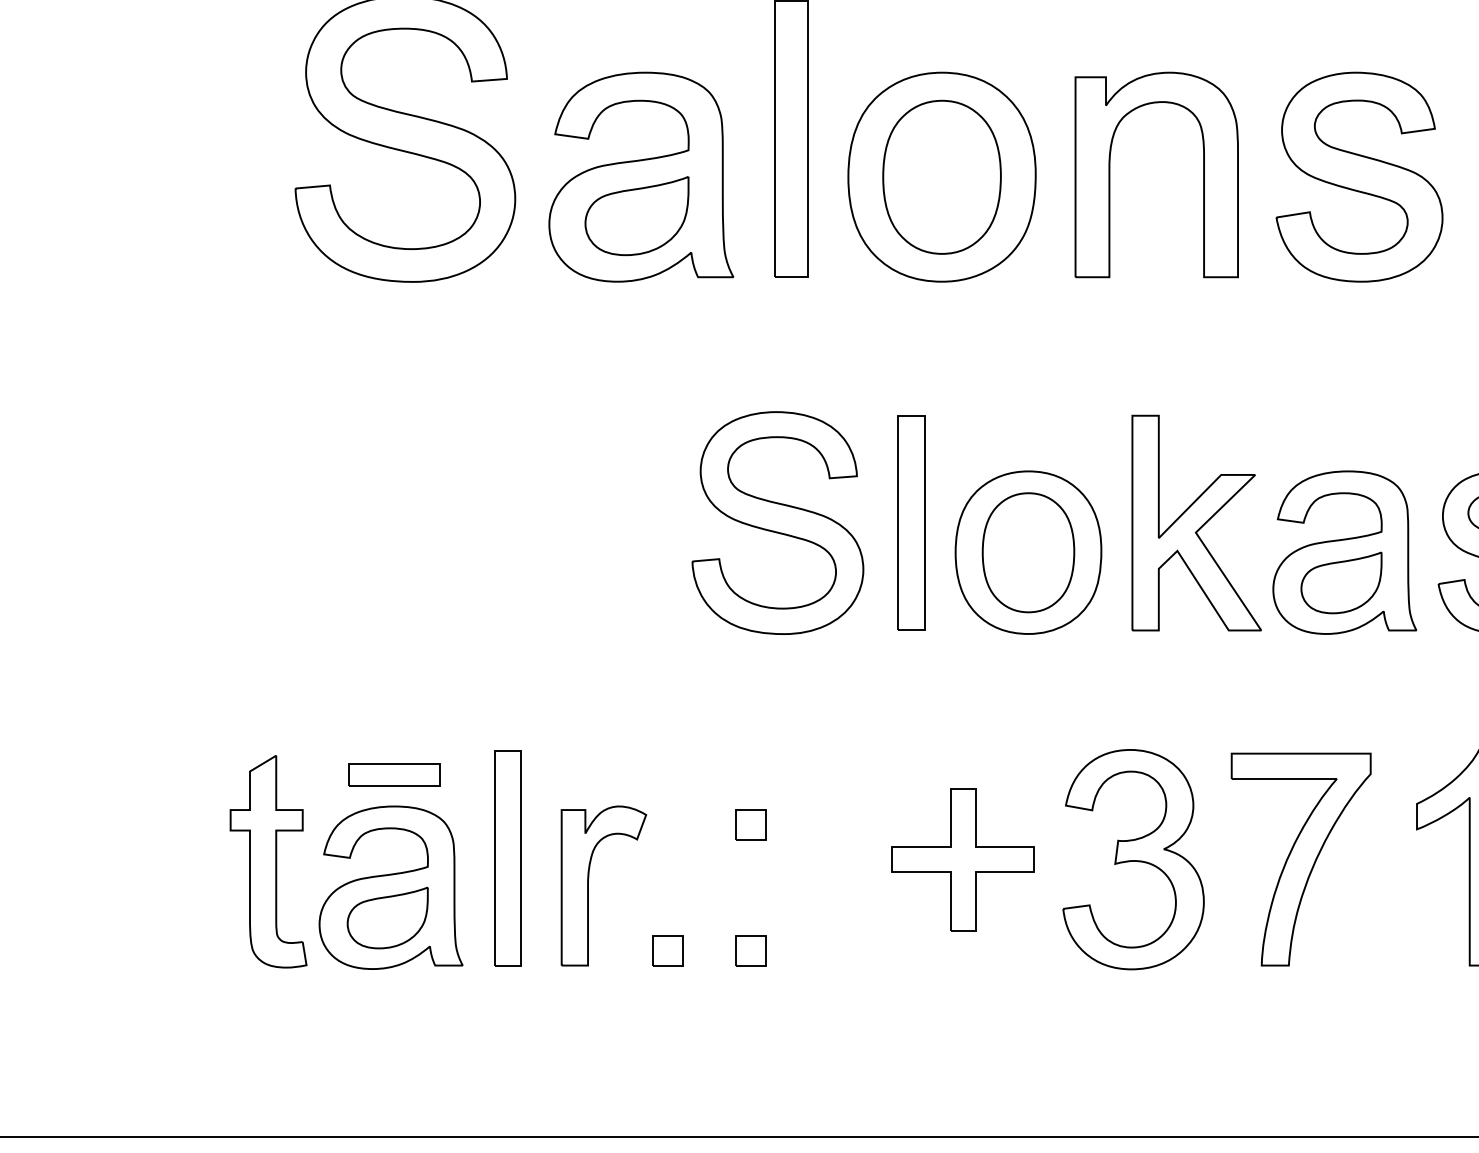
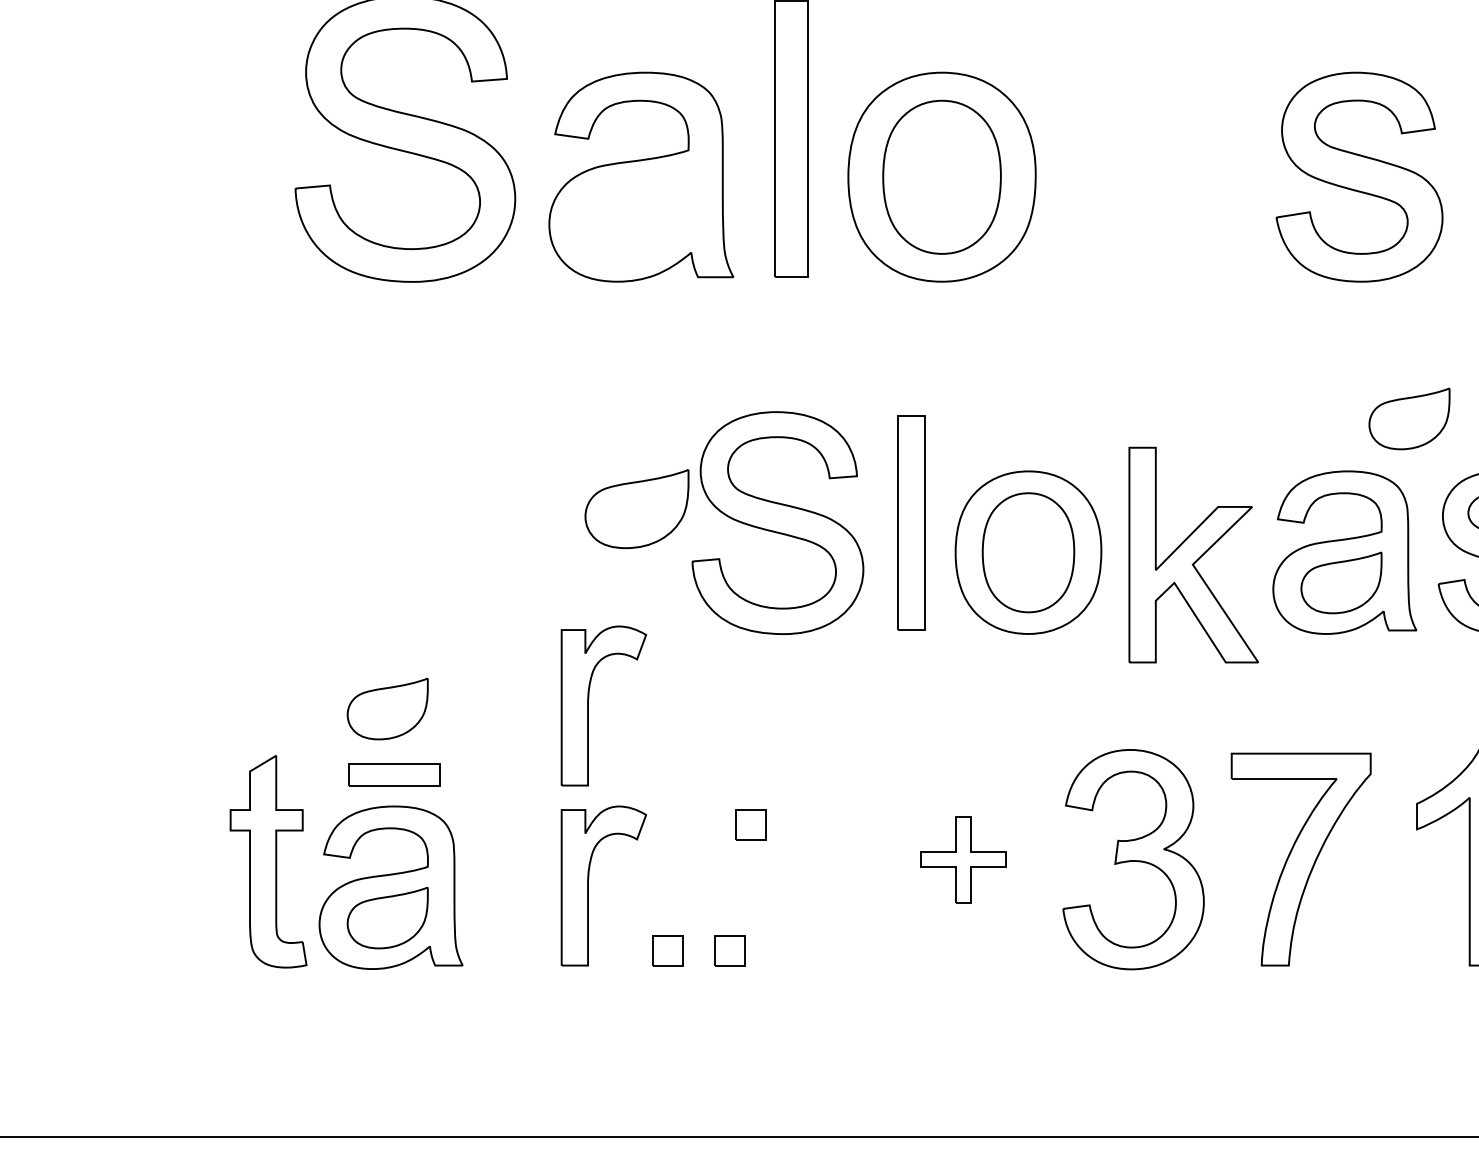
part at (1110, 174): present -> none
part at (636, 216) position: (636, 216) -> (636, 509)
part at (1409, 418): none -> present
part at (1196, 522) position: (1196, 522) -> (1193, 554)
part at (588, 705): none -> present
part at (387, 708): none -> present
part at (507, 858): present -> none
part at (962, 859) size: 144x144 px -> 87x88 px
part at (750, 950) position: (750, 950) -> (729, 950)
